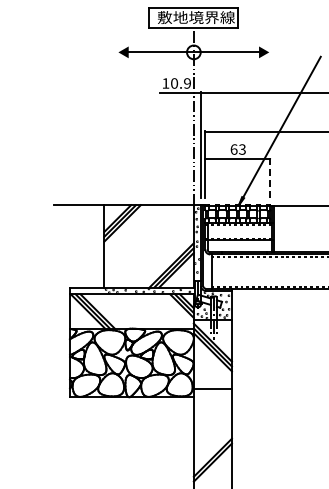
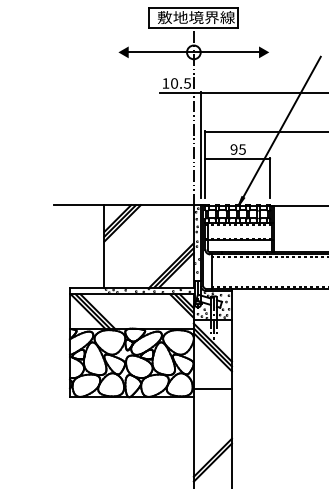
text at (186, 83): 10.9 -> 10.5
text at (237, 149): 63 -> 95
line at (270, 178): dashed -> solid
